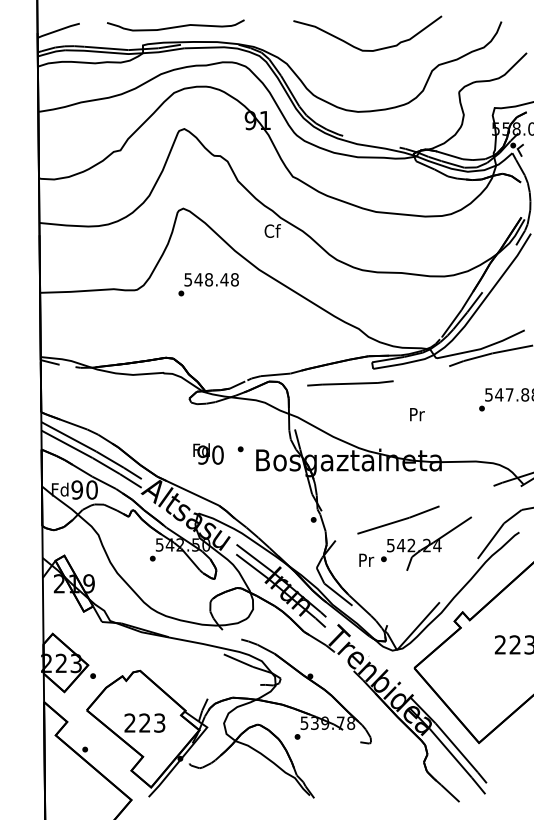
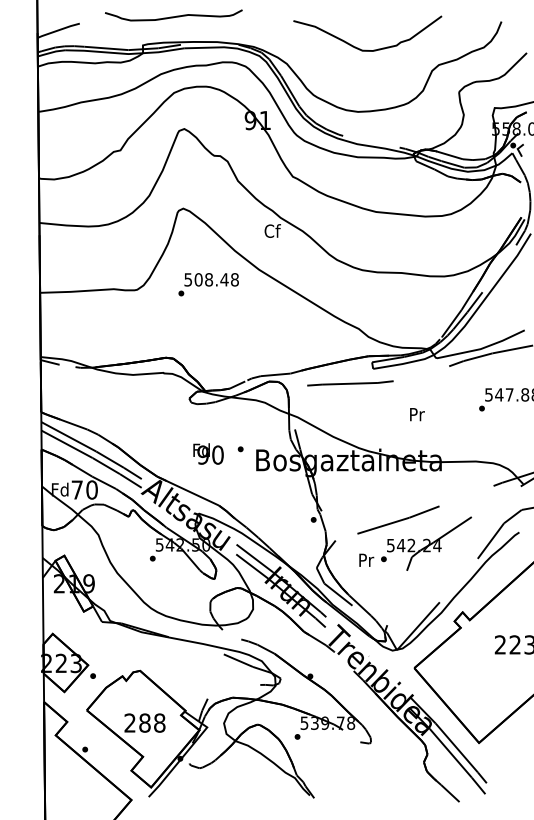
curve at (175, 26) position: (175, 26) -> (173, 16)
text at (198, 279): 548.48 -> 508.48
text at (76, 489): 90 -> 70
text at (152, 722): 223 -> 288
